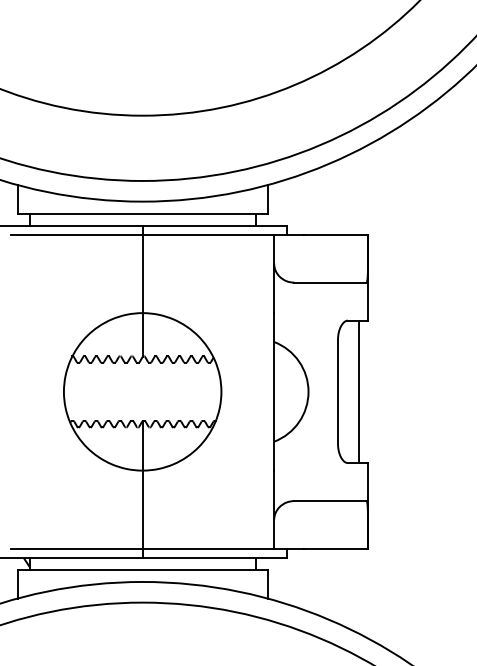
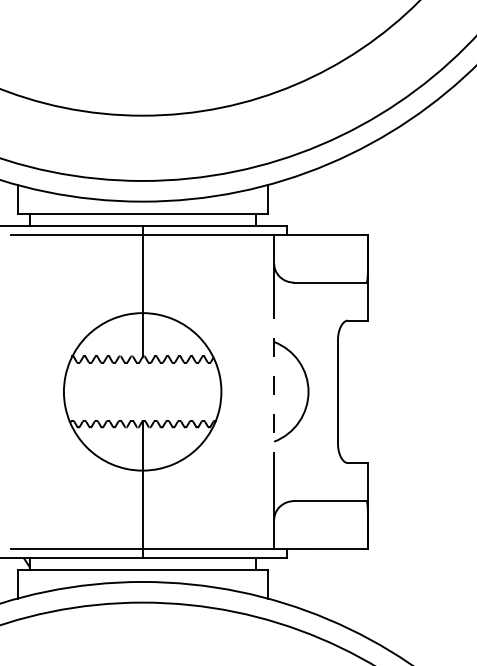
line at (274, 391): solid -> dashed
line at (358, 391): present -> none
